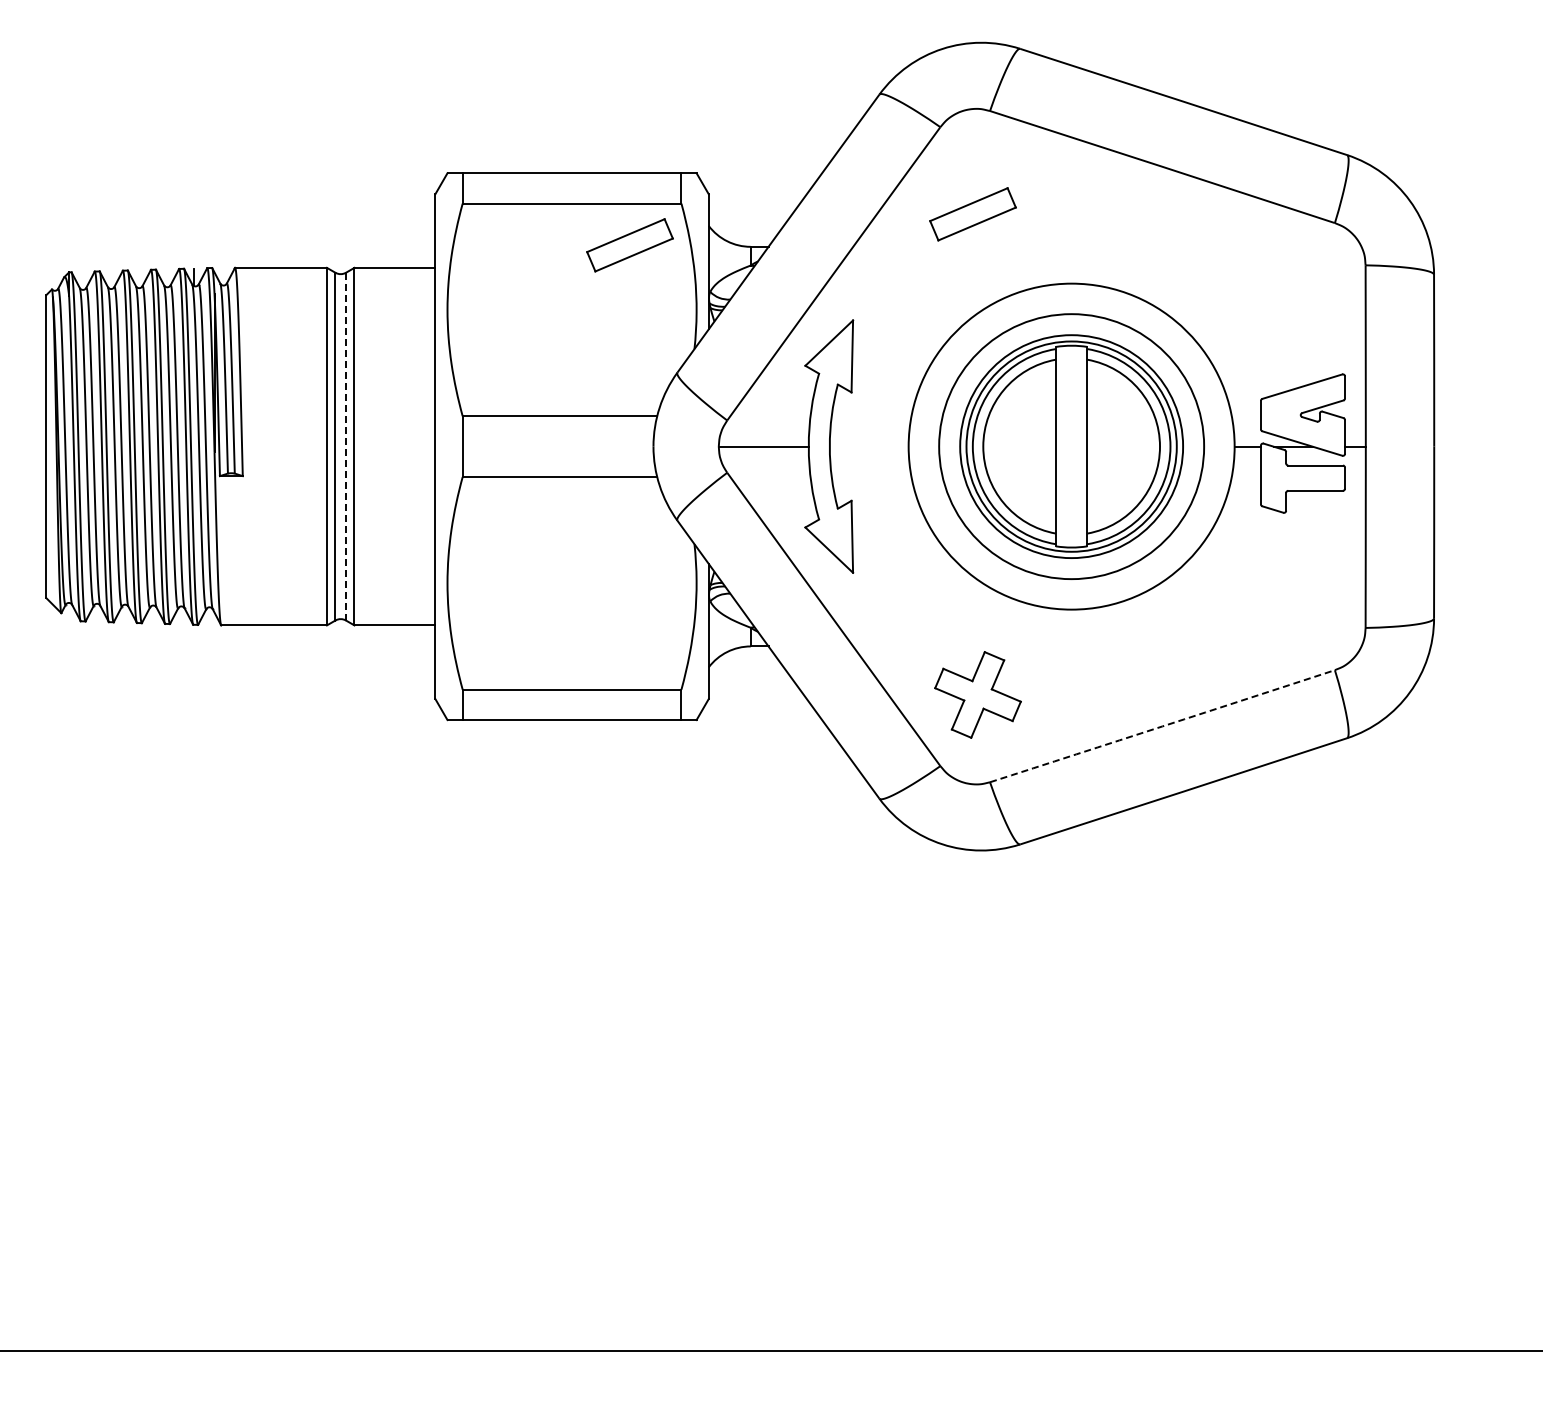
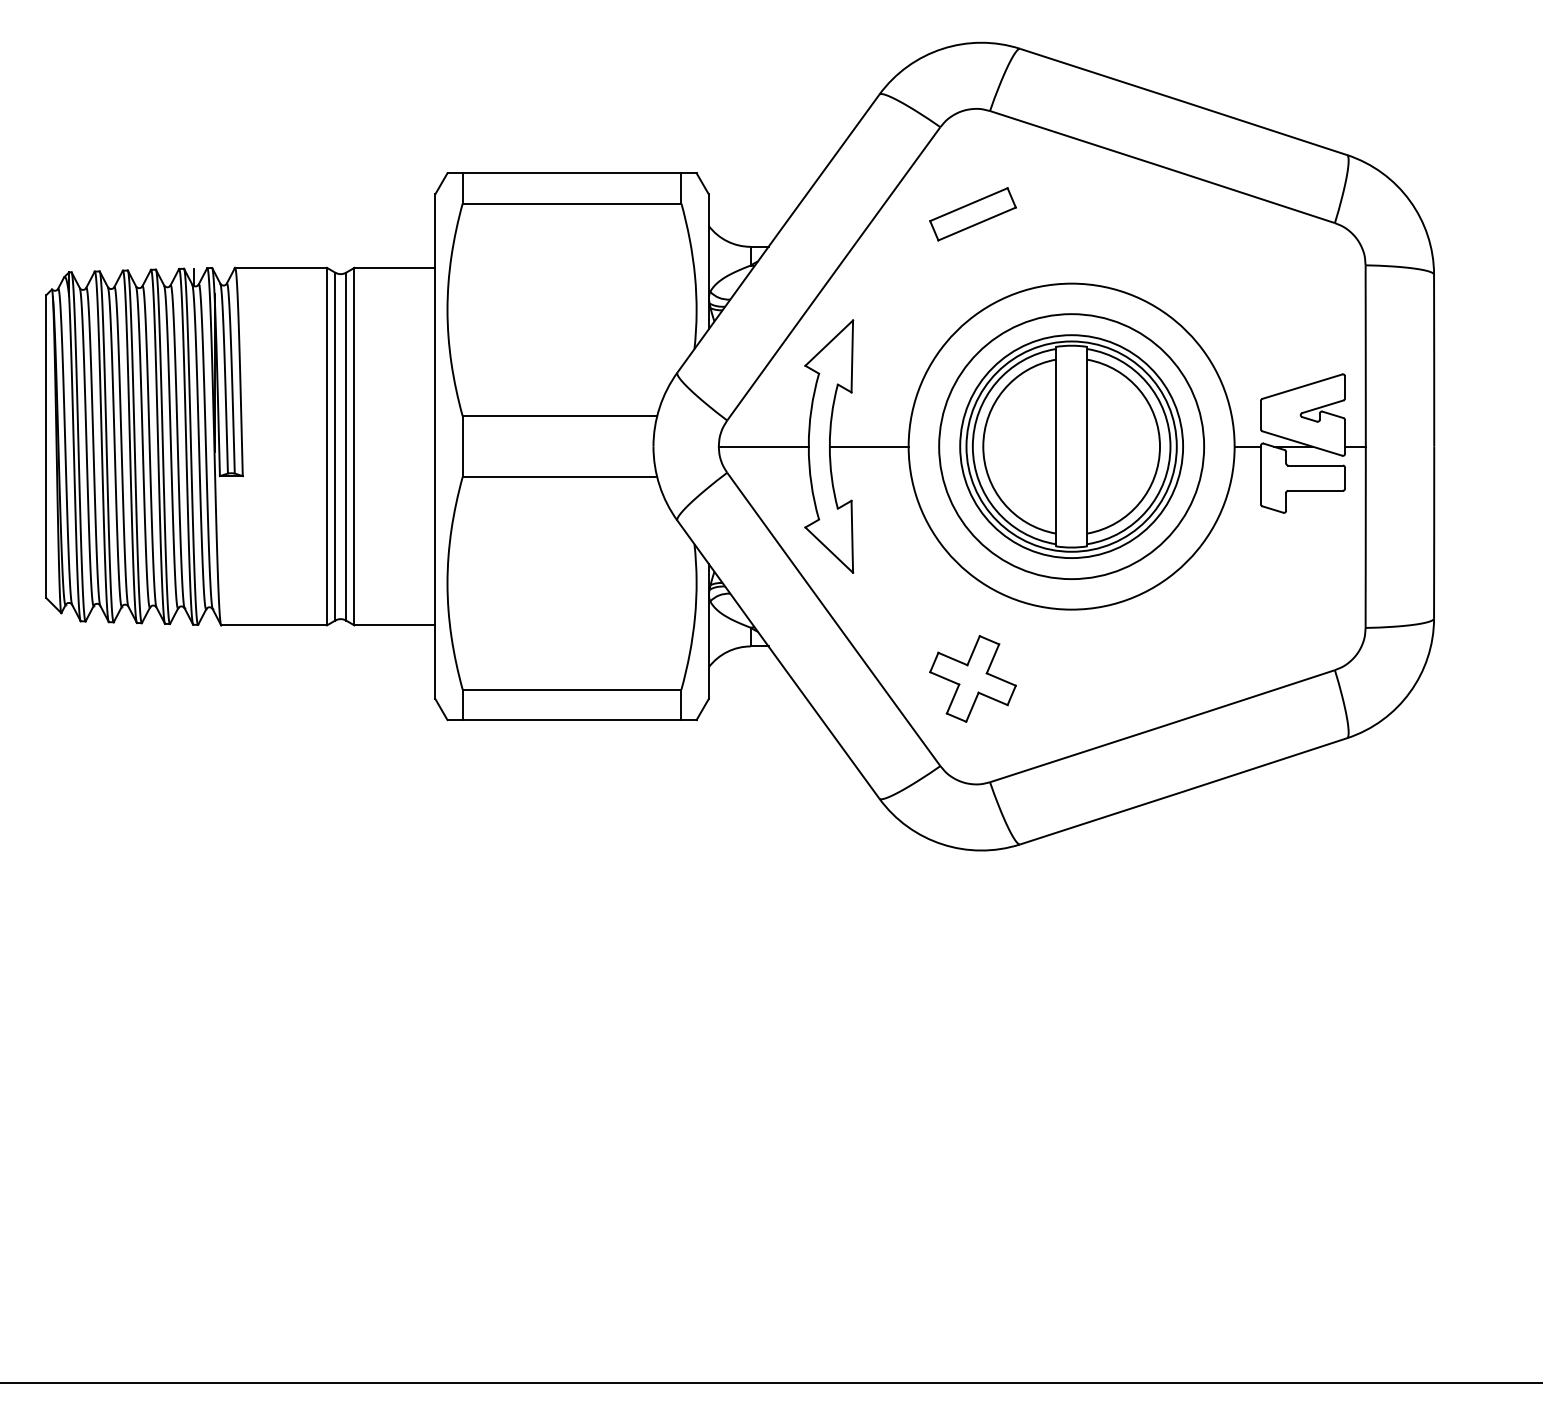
part at (629, 245): present -> none
line at (345, 446): dashed -> solid
line at (868, 446): none -> present
part at (977, 694) position: (977, 694) -> (972, 678)
arc at (1162, 726): dashed -> solid
line at (770, 1351) position: (770, 1351) -> (770, 1383)
